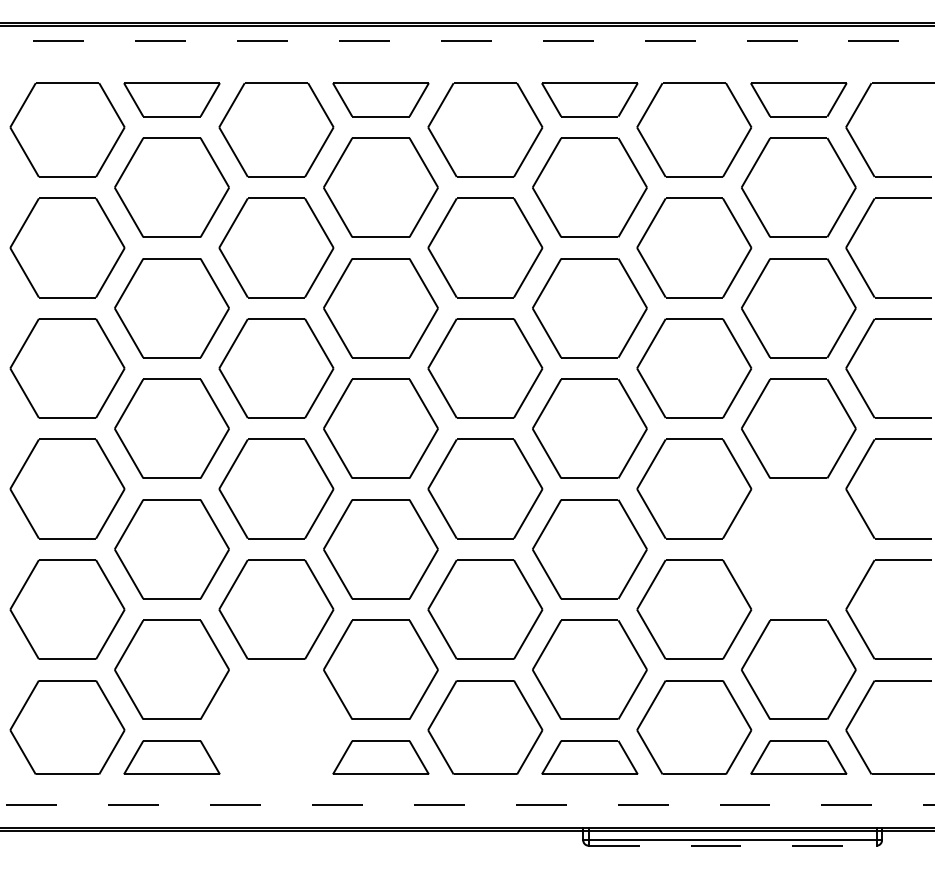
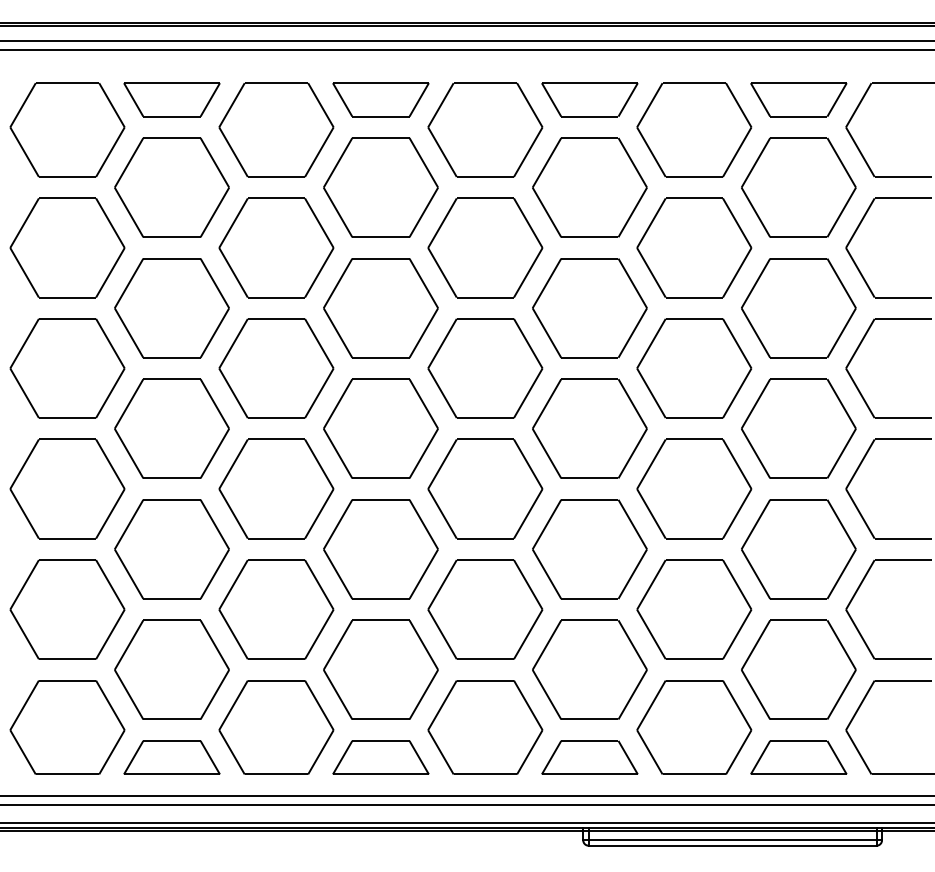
line at (467, 40): dashed -> solid
line at (466, 49): none -> present
part at (798, 549): none -> present
part at (276, 727): none -> present
line at (466, 795): none -> present
line at (467, 804): dashed -> solid
line at (466, 822): none -> present
line at (733, 845): dashed -> solid
